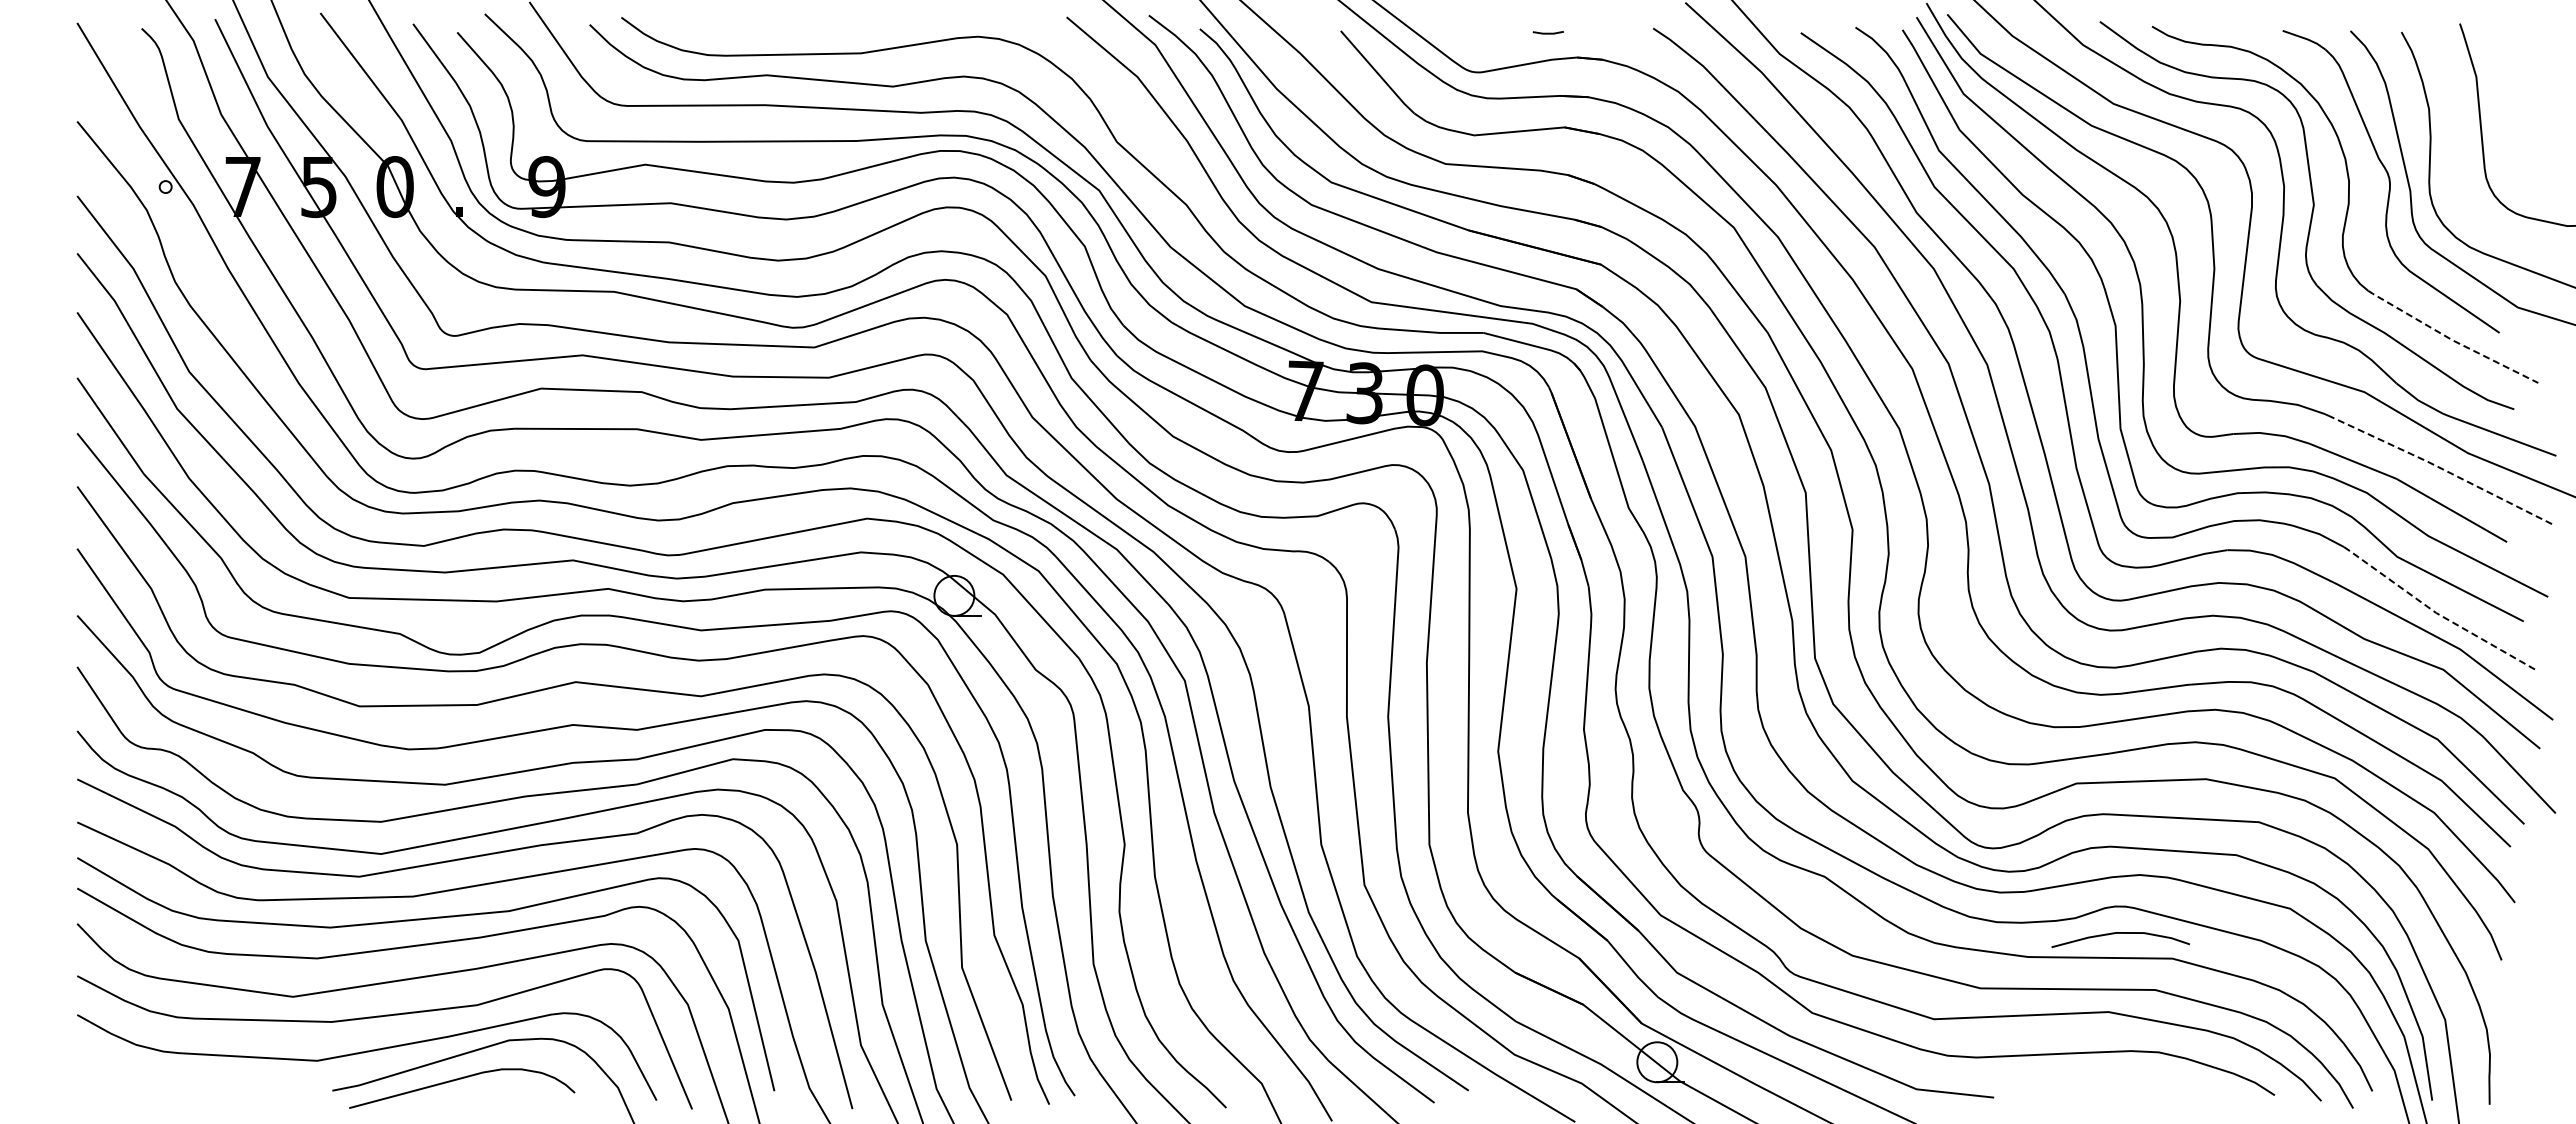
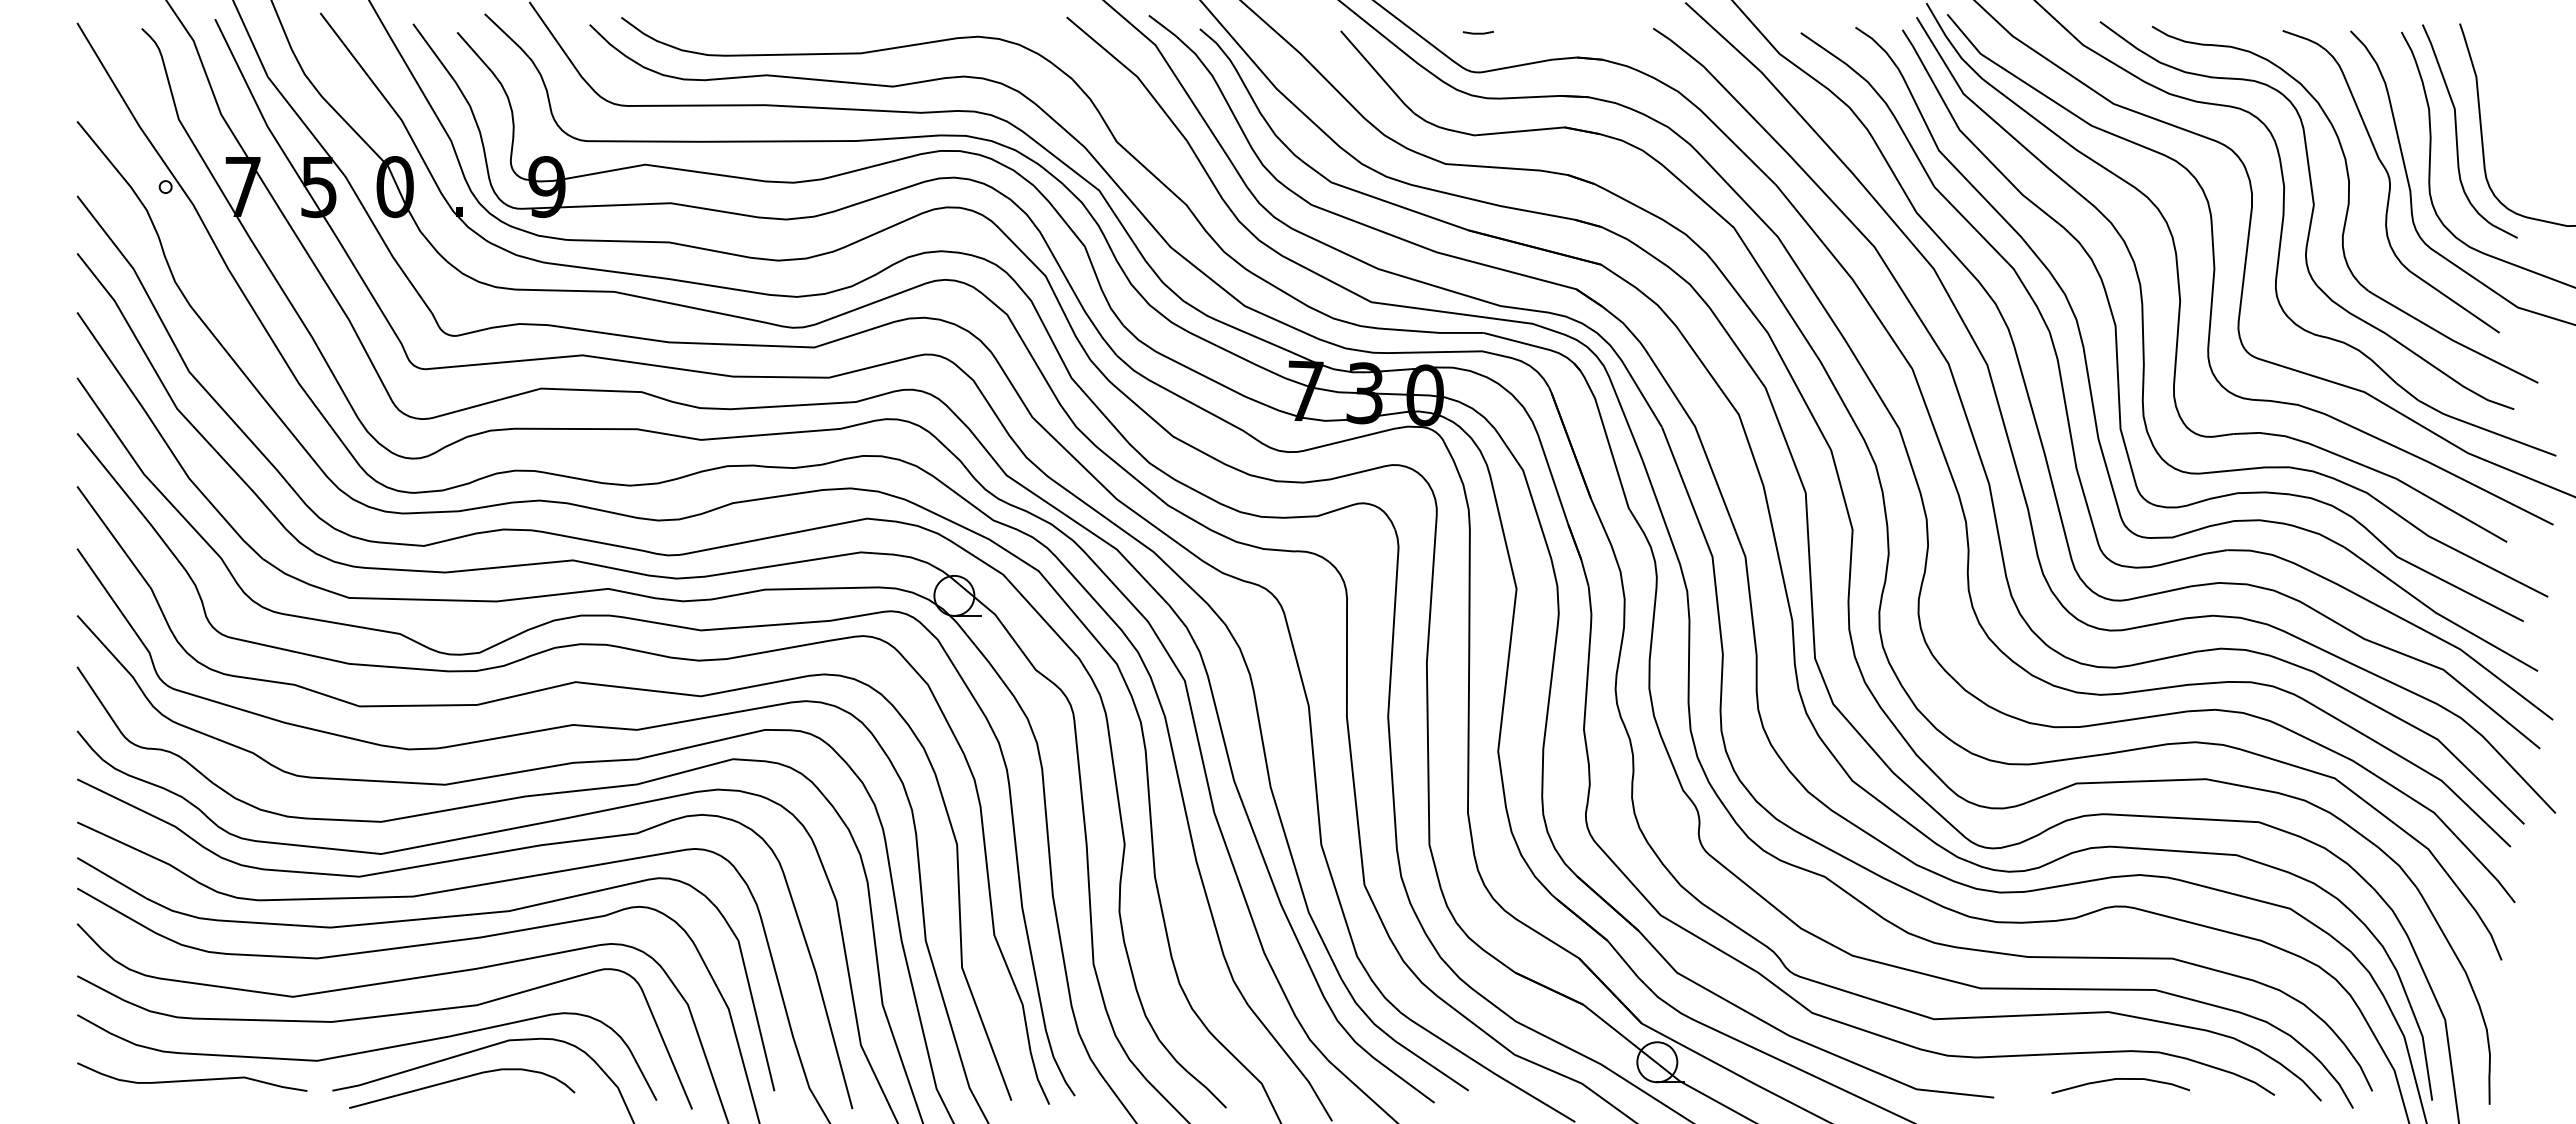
line at (1547, 32) position: (1547, 32) -> (1477, 32)
curve at (2457, 131): none -> present
line at (2452, 339): dashed -> solid
line at (2441, 468): dashed -> solid
line at (2437, 613): dashed -> solid
curve at (2120, 933) position: (2120, 933) -> (2120, 1079)
curve at (192, 1079): none -> present
